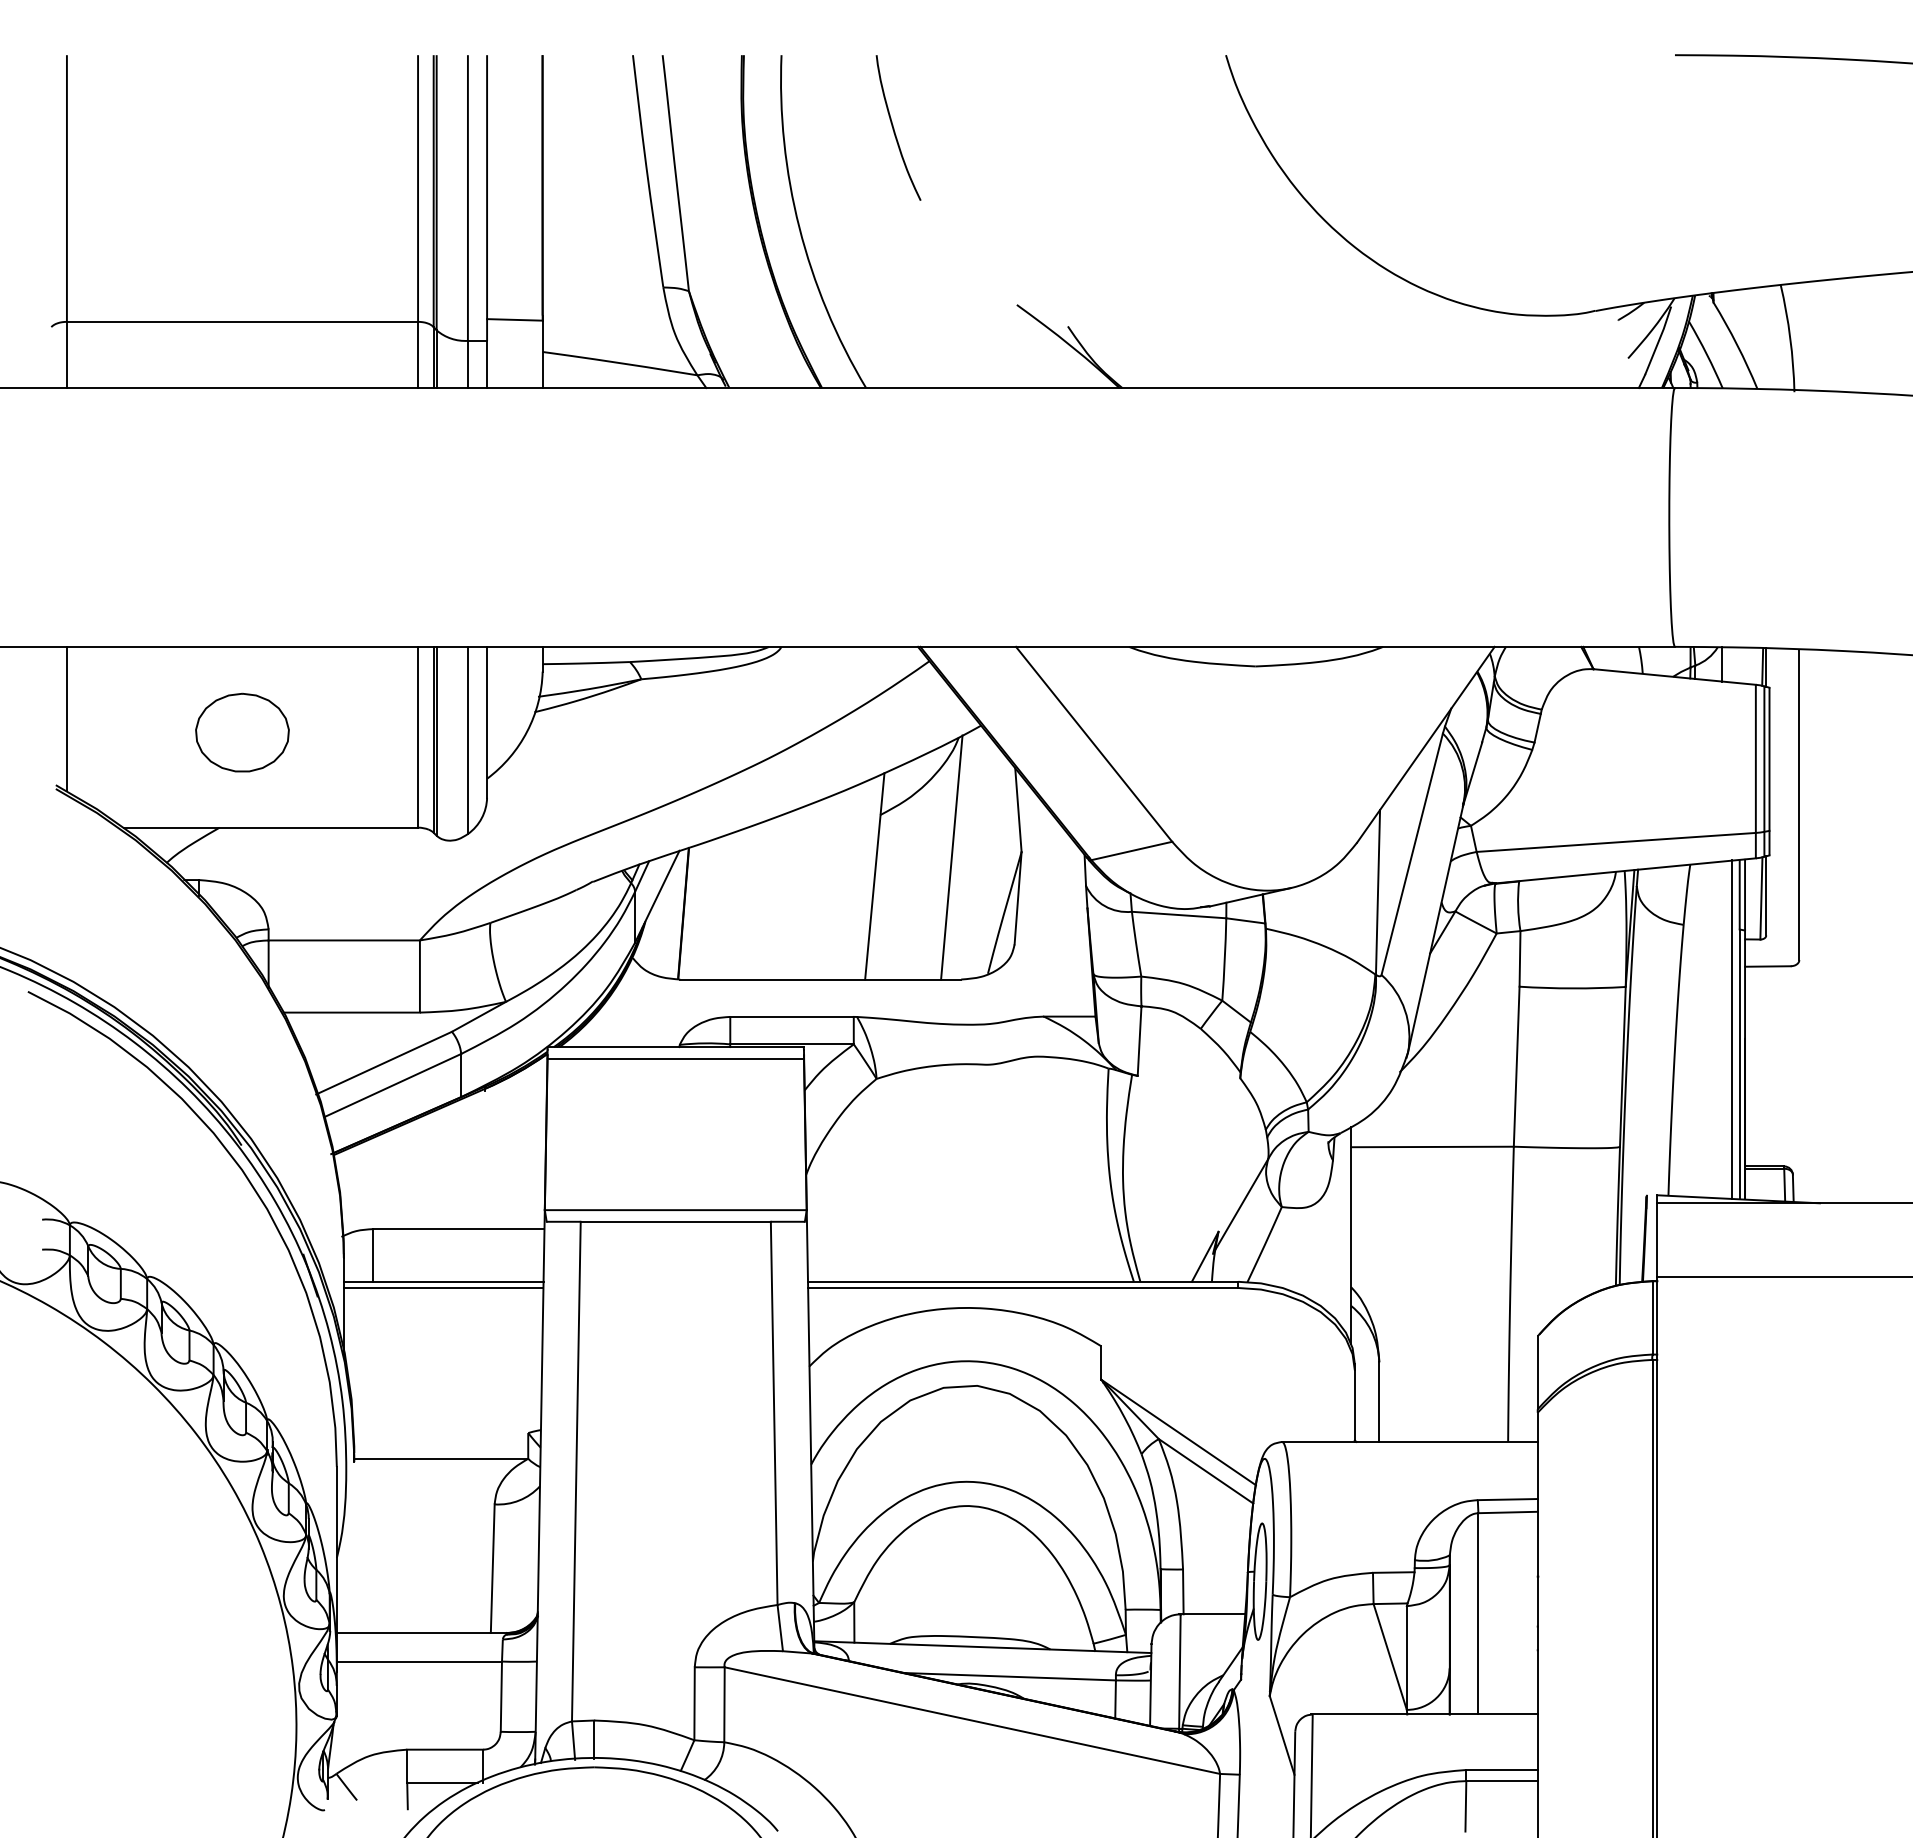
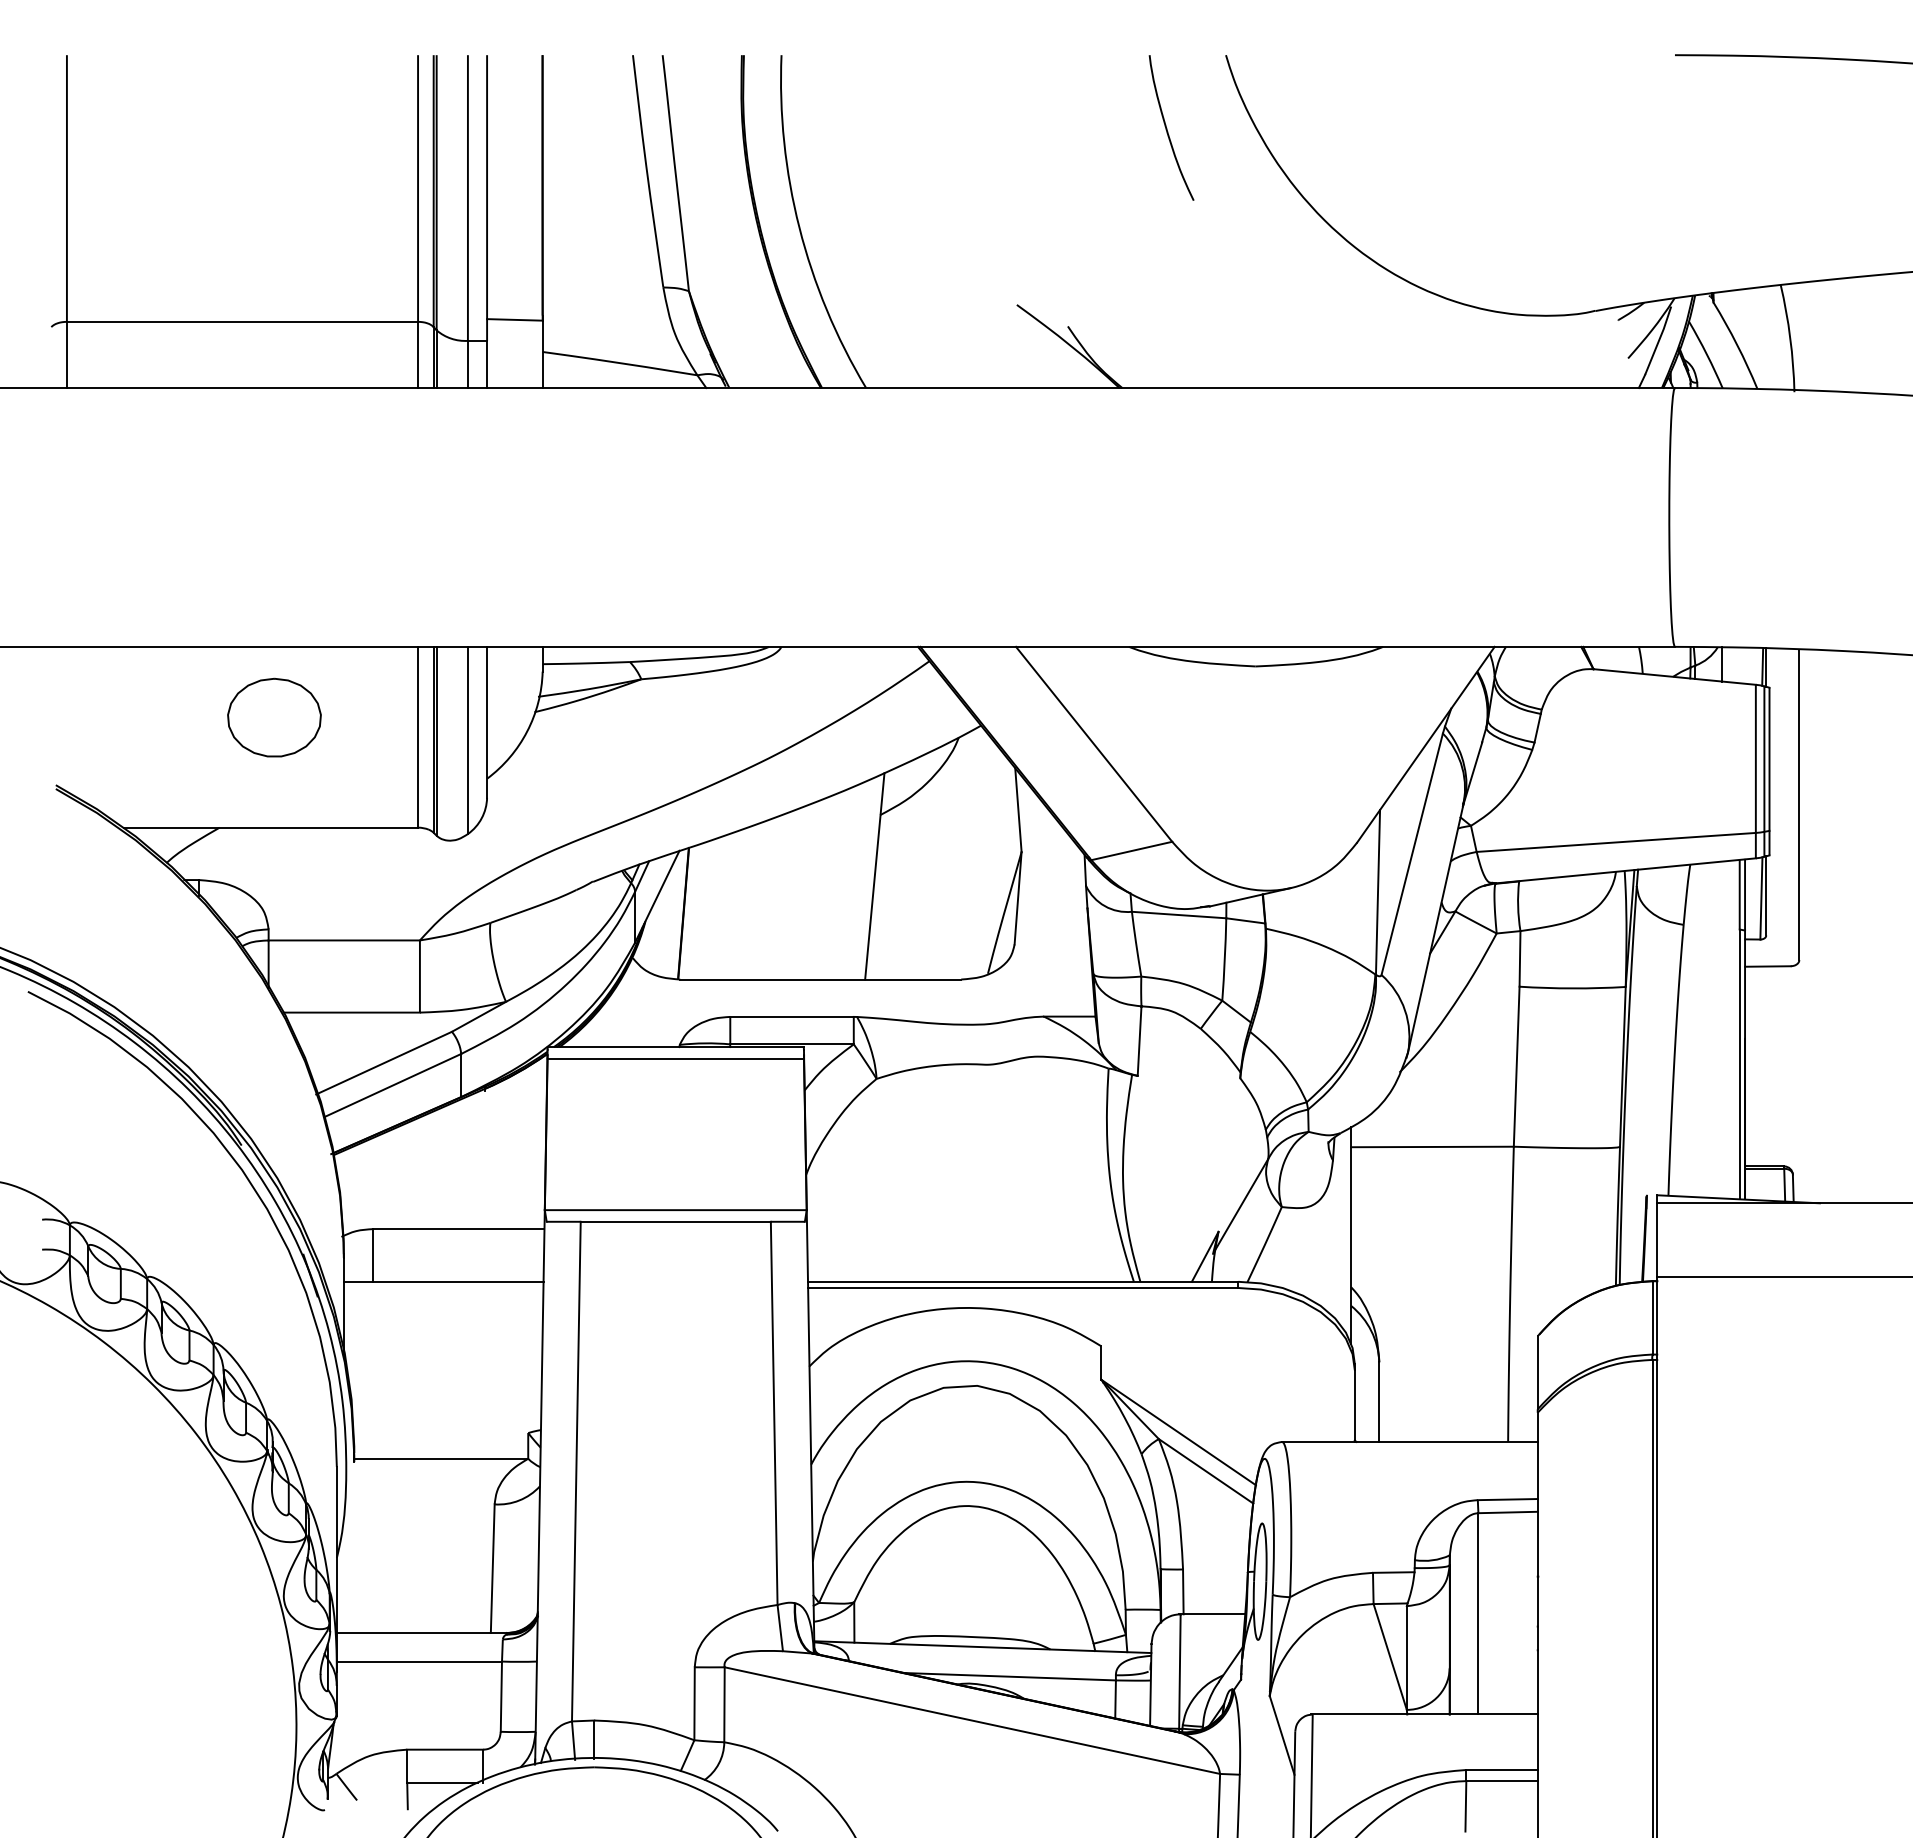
curve at (894, 128) position: (894, 128) -> (1167, 128)
line at (66, 718): present -> none
part at (242, 732) position: (242, 732) -> (274, 717)
line at (951, 857): present -> none
line at (1731, 1029): present -> none
line at (443, 1287): present -> none
